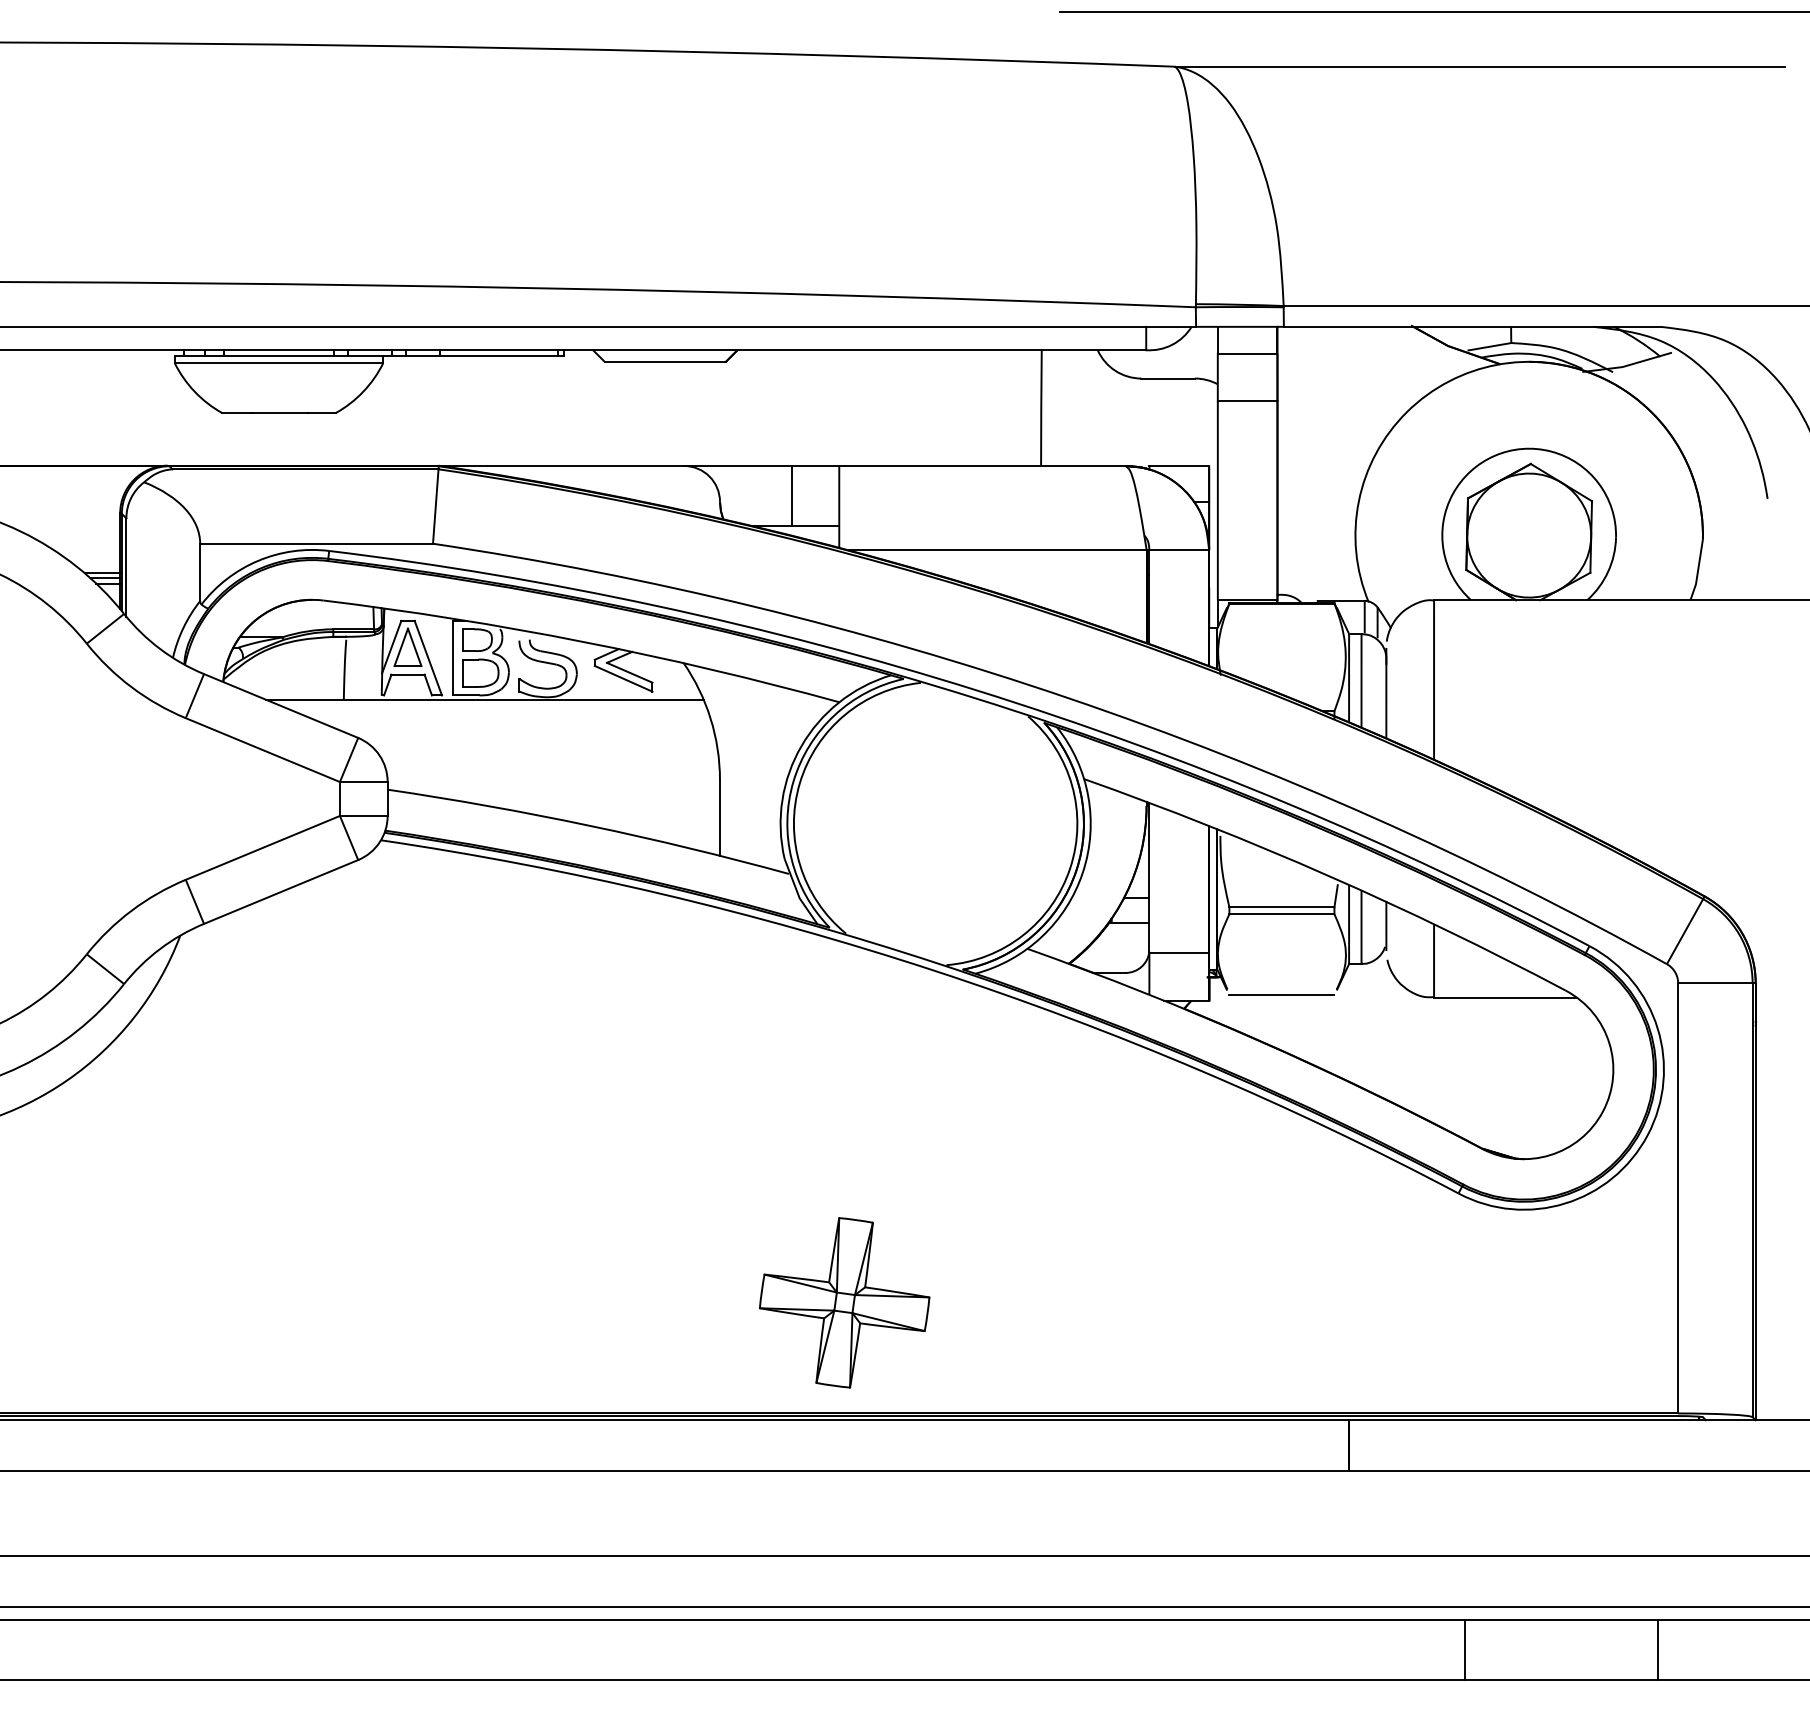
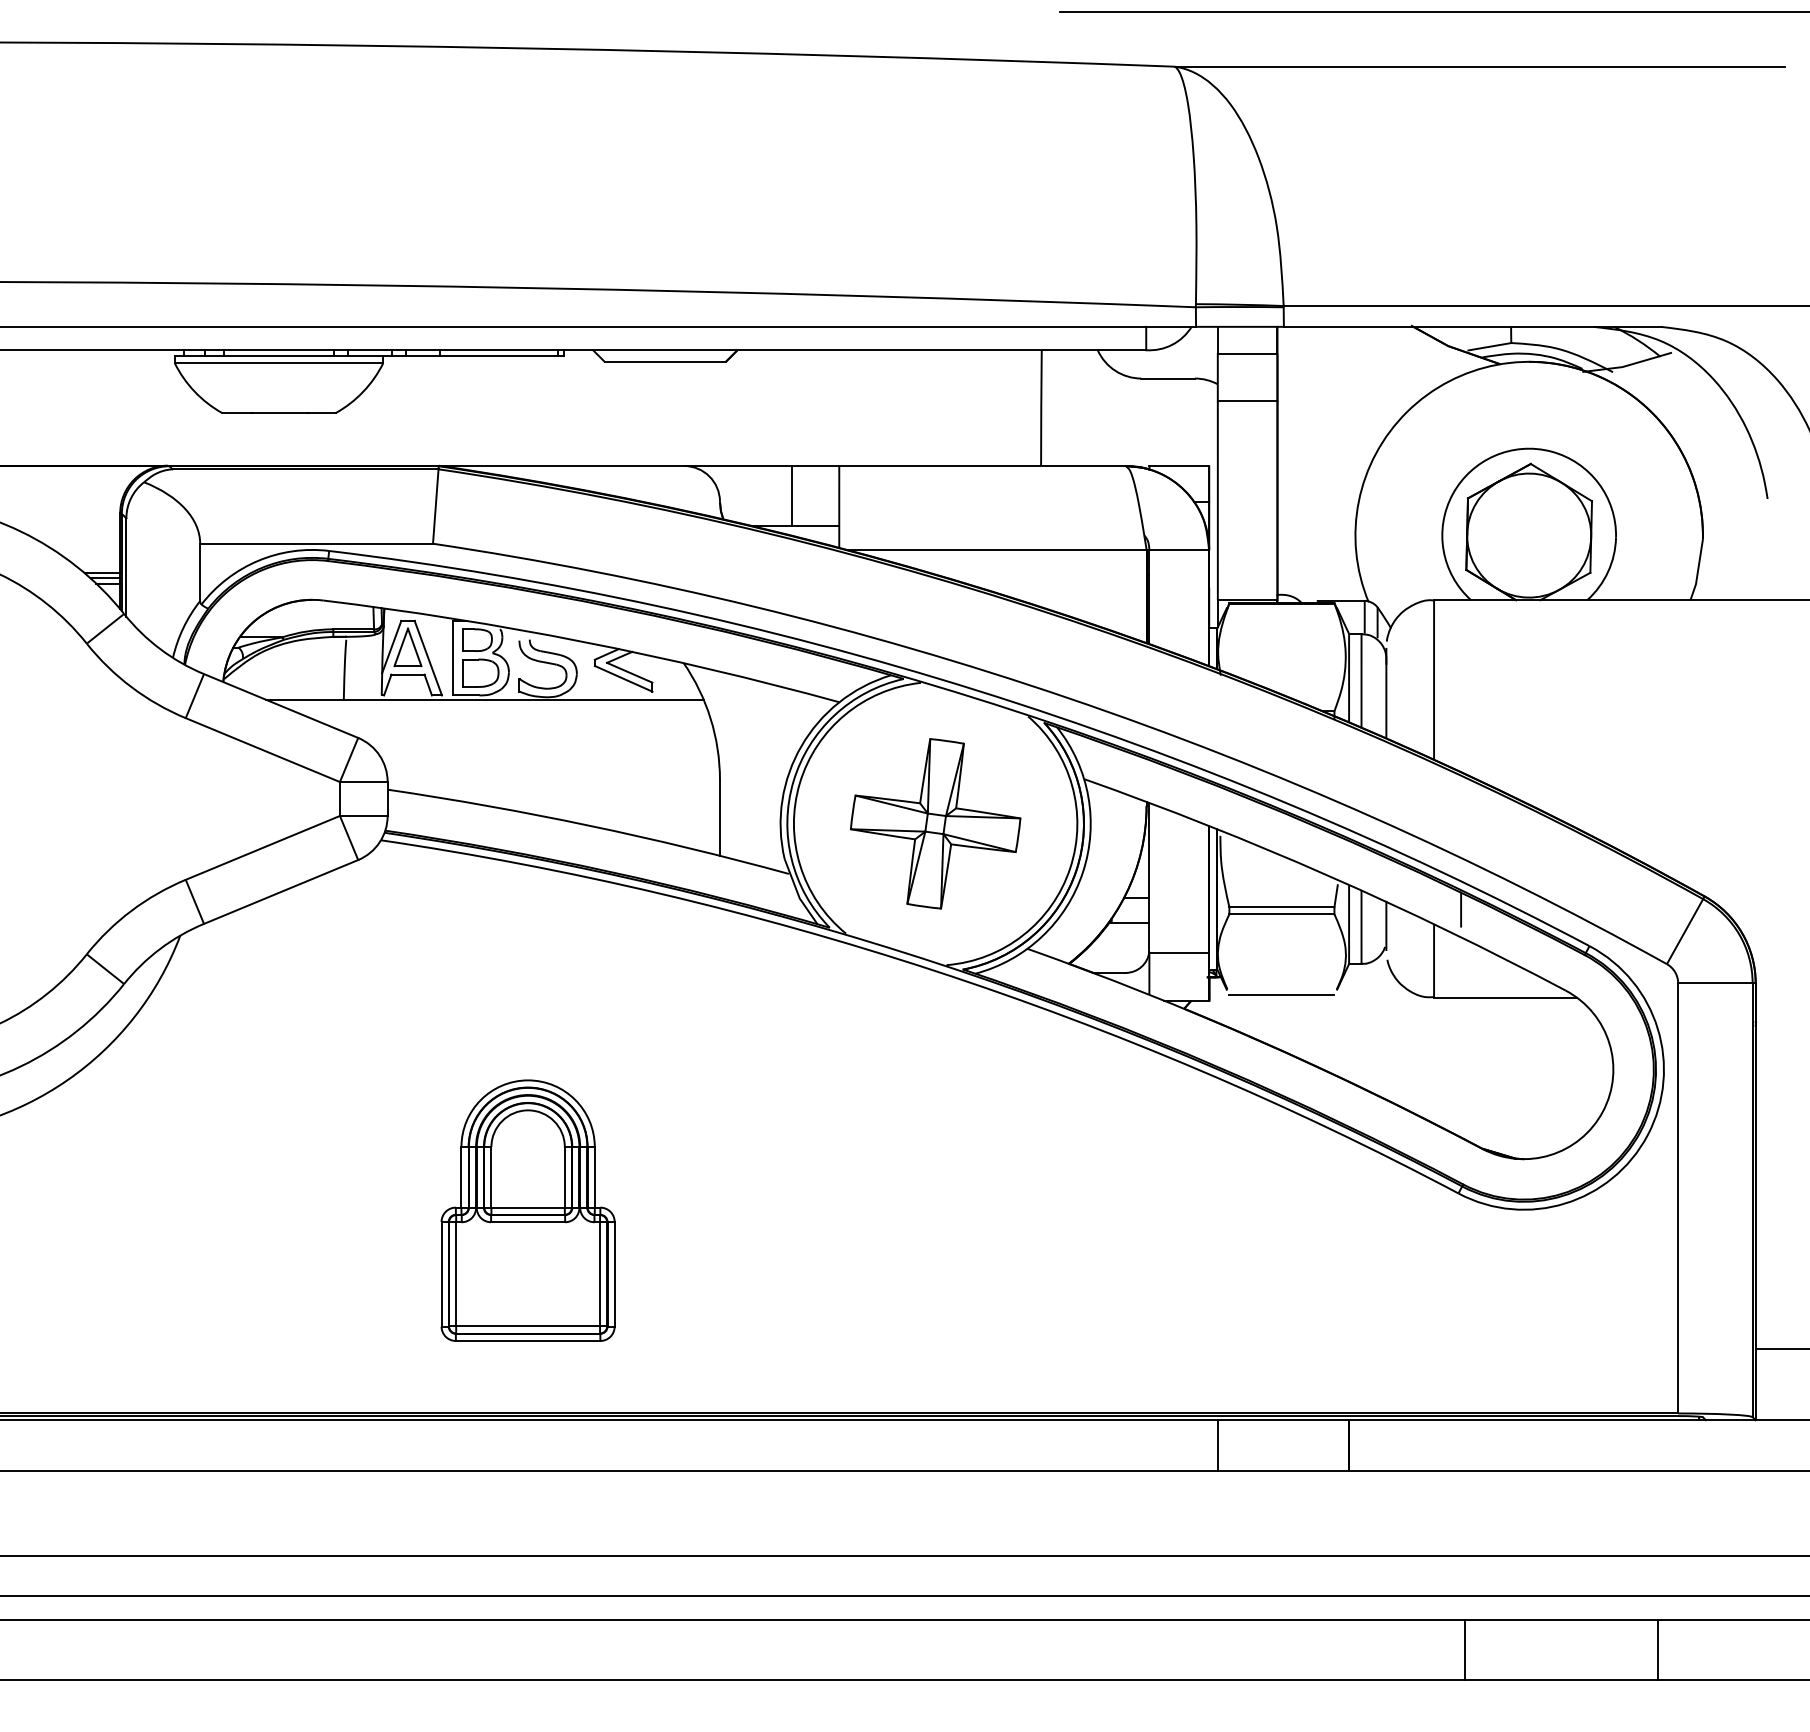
line at (1461, 909): none -> present
part at (527, 1210): none -> present
part at (844, 1302) position: (844, 1302) -> (935, 823)
line at (1780, 1348): none -> present
line at (1218, 1445): none -> present
line at (904, 1606) position: (904, 1606) -> (904, 1595)
